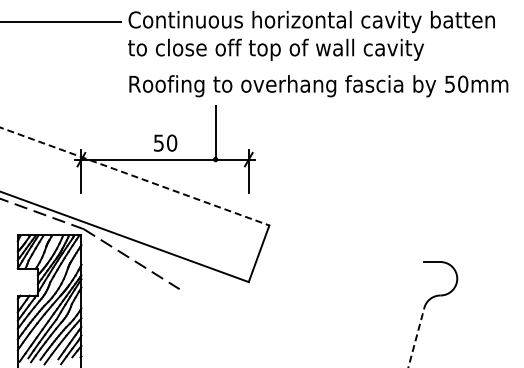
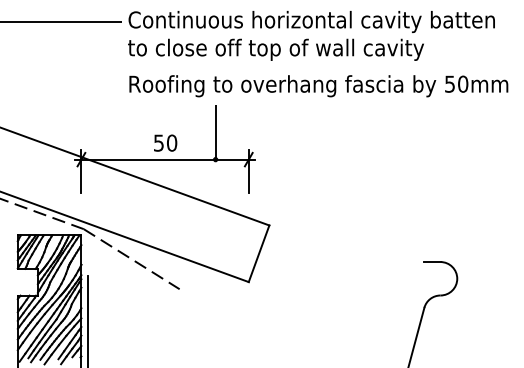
line at (135, 176): dashed -> solid
line at (88, 320): none -> present
line at (416, 337): dashed -> solid
